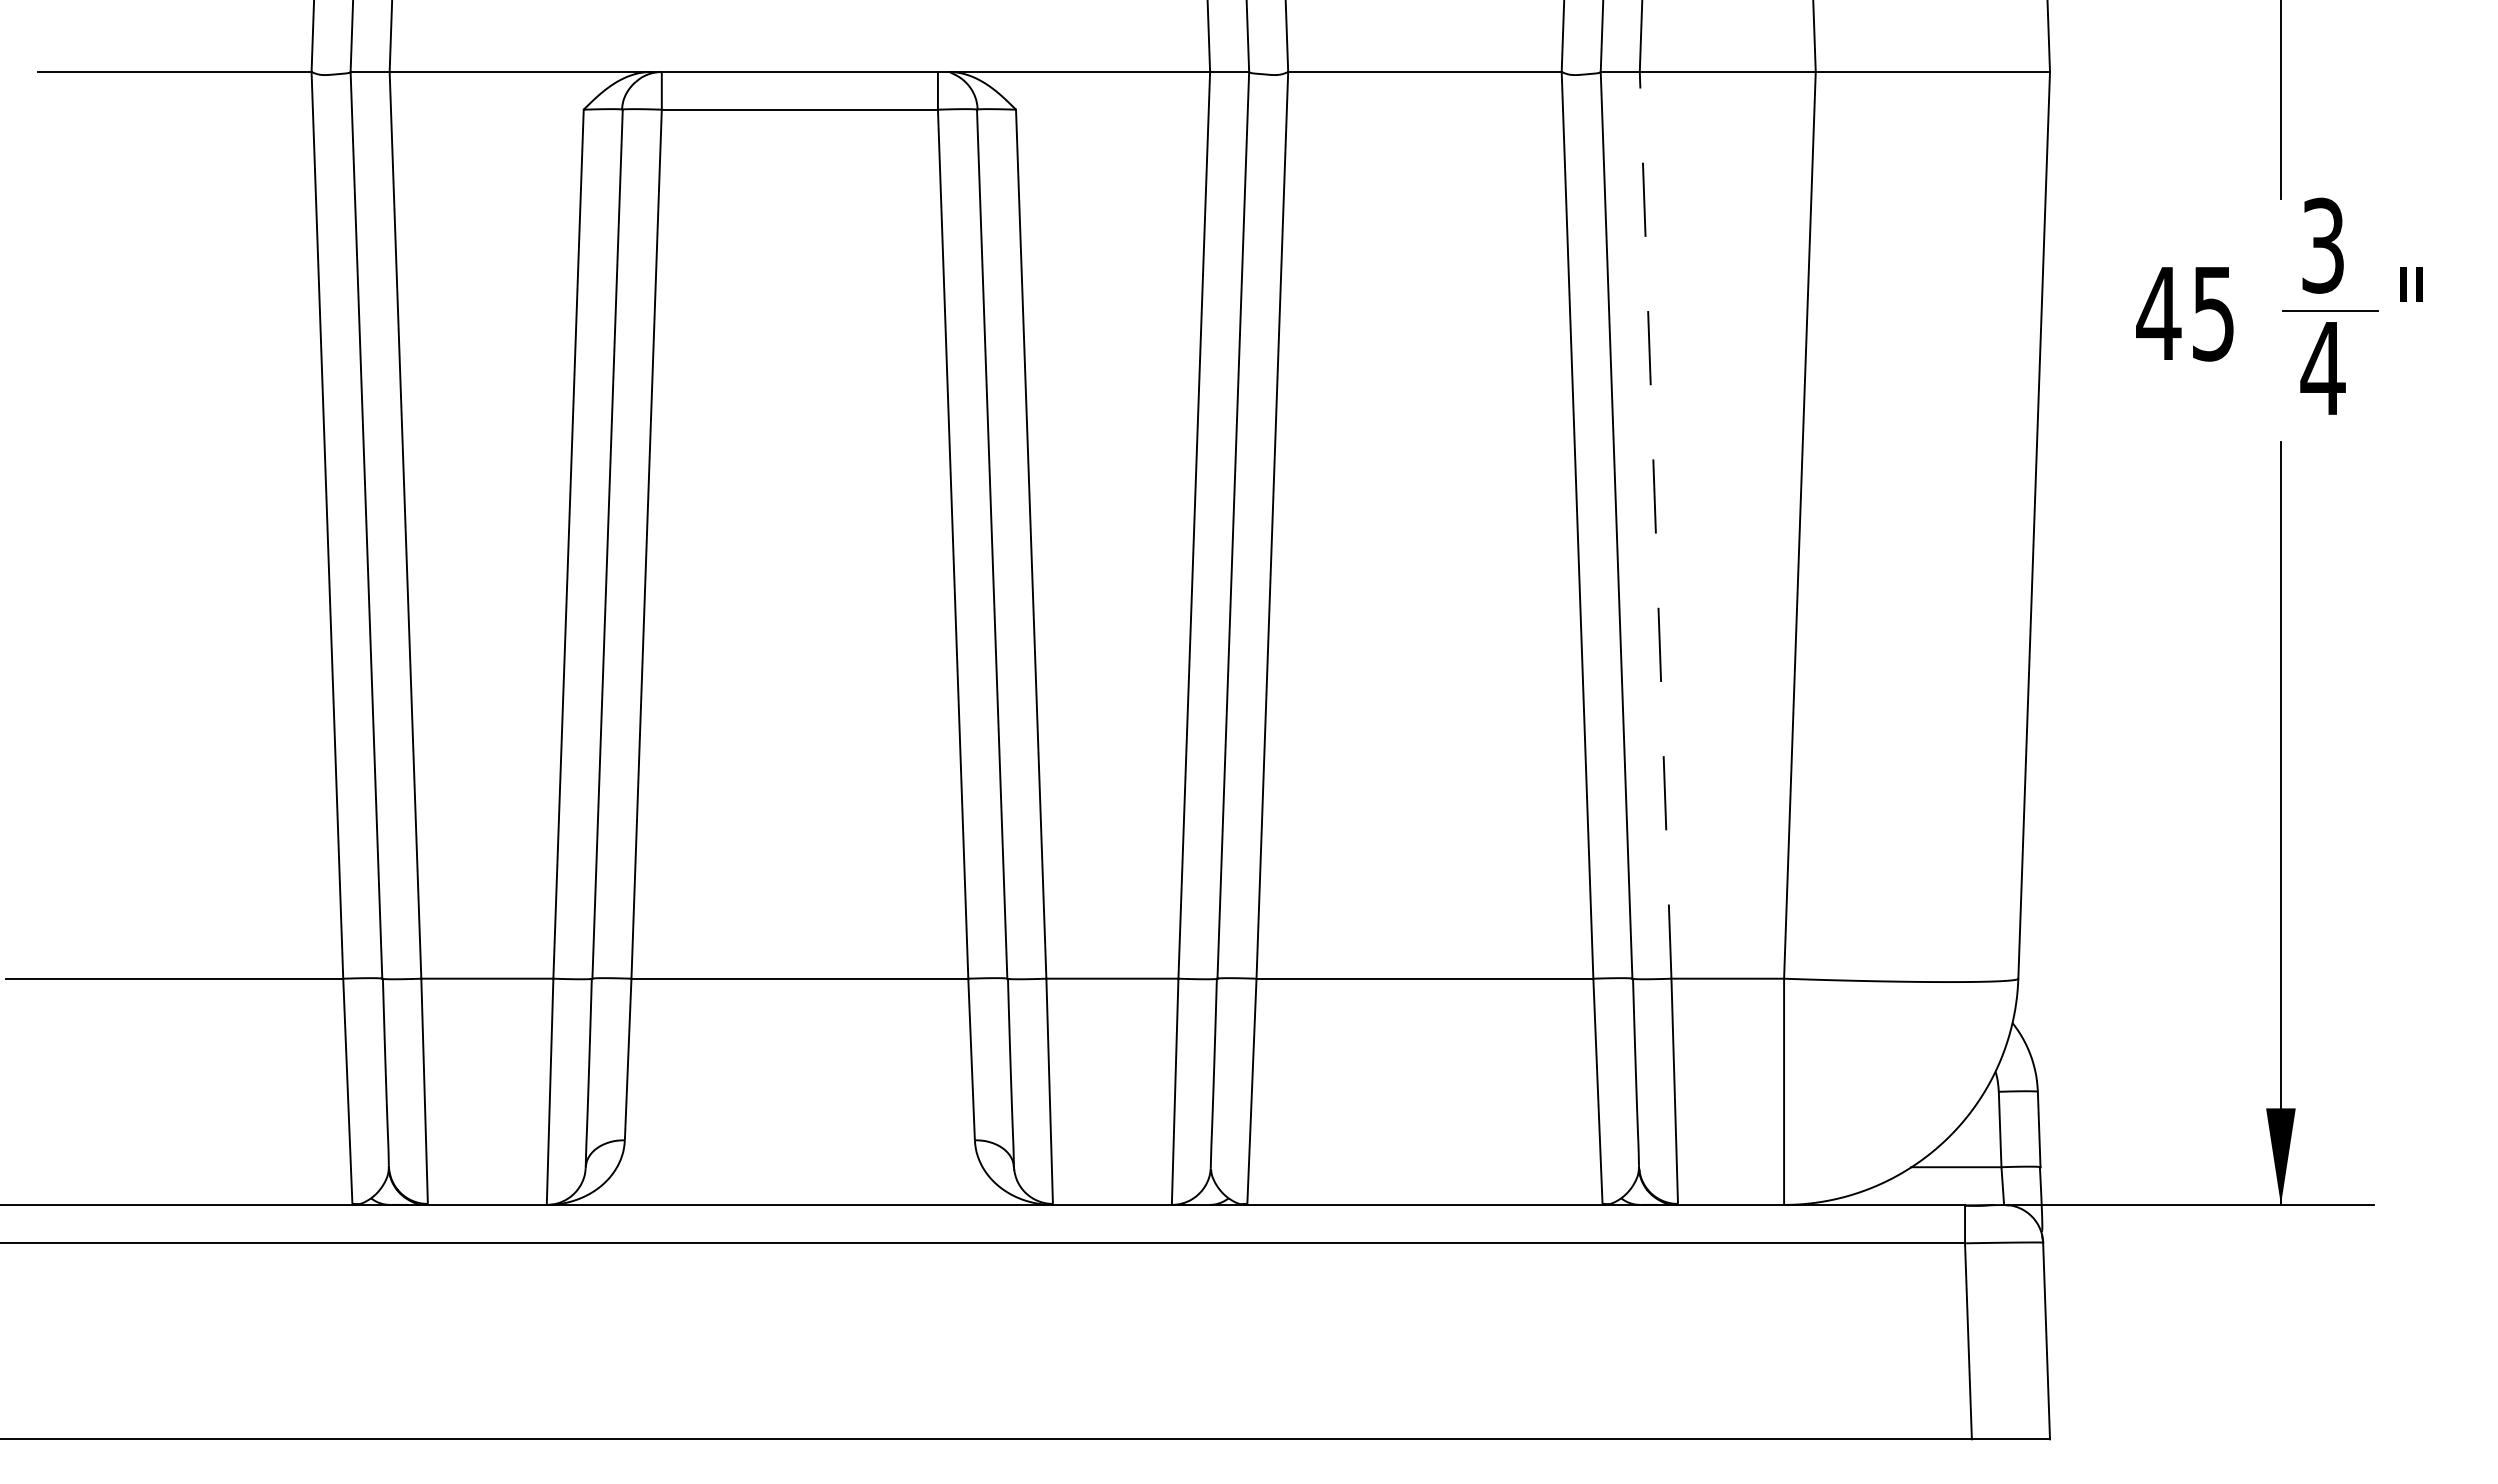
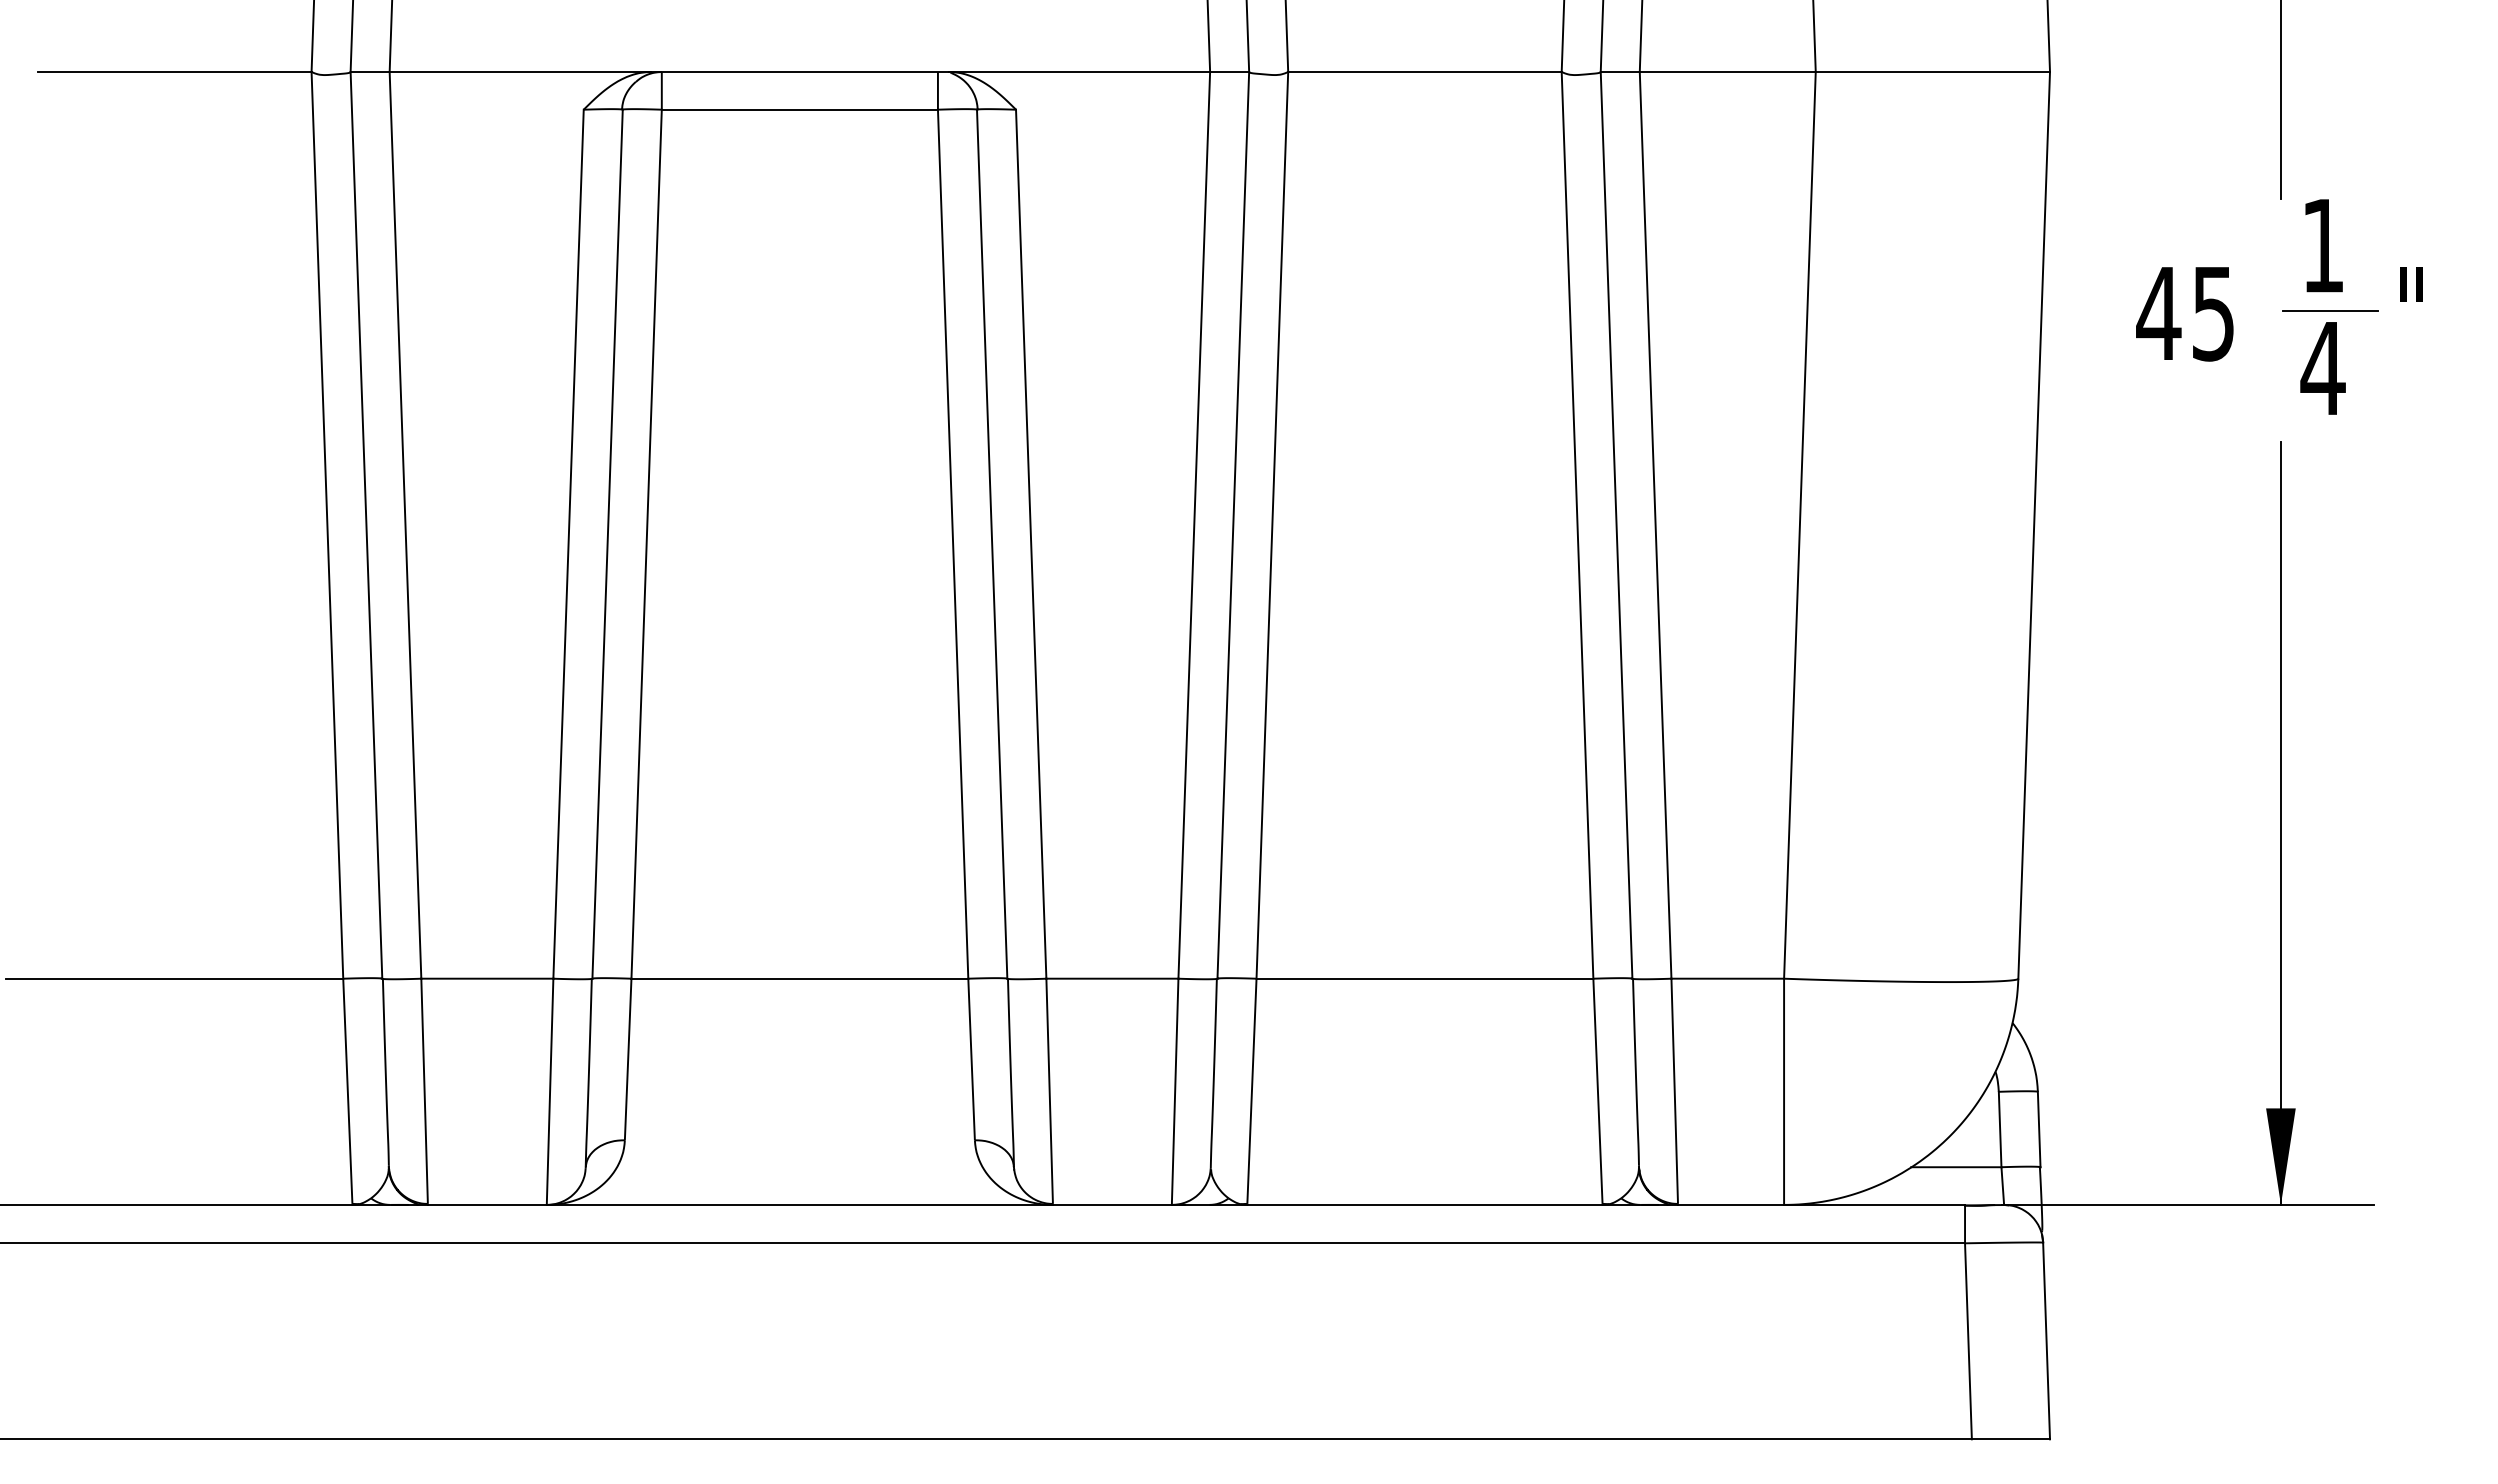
text at (2322, 245): 3 -> 1
line at (1655, 525): dashed -> solid
